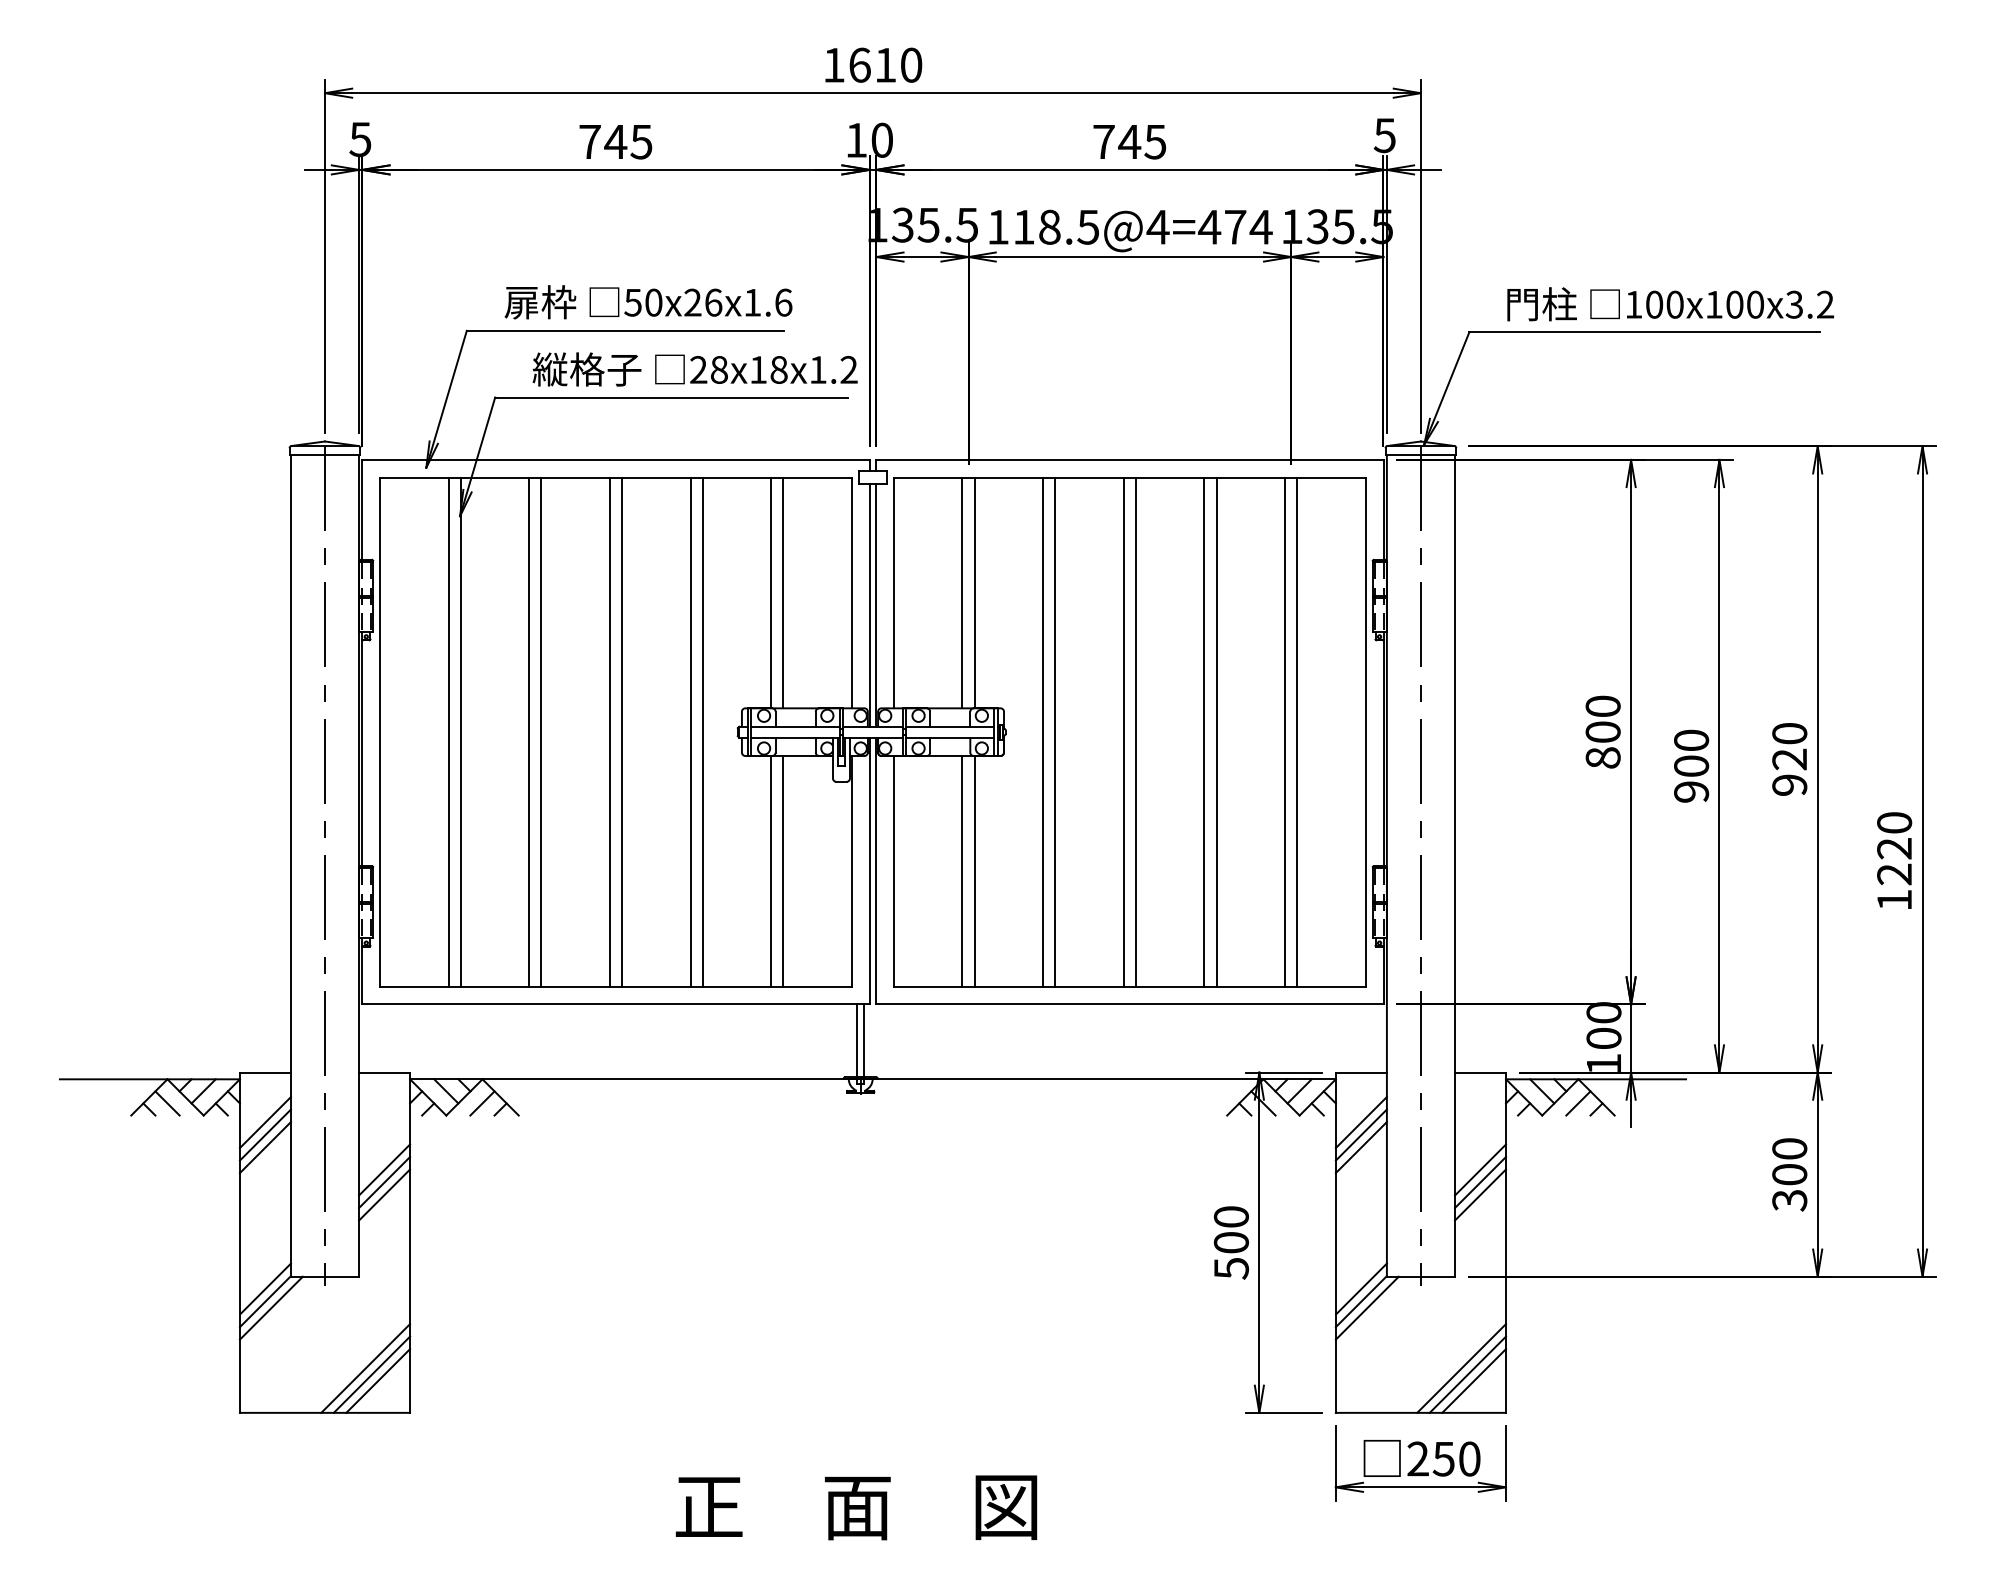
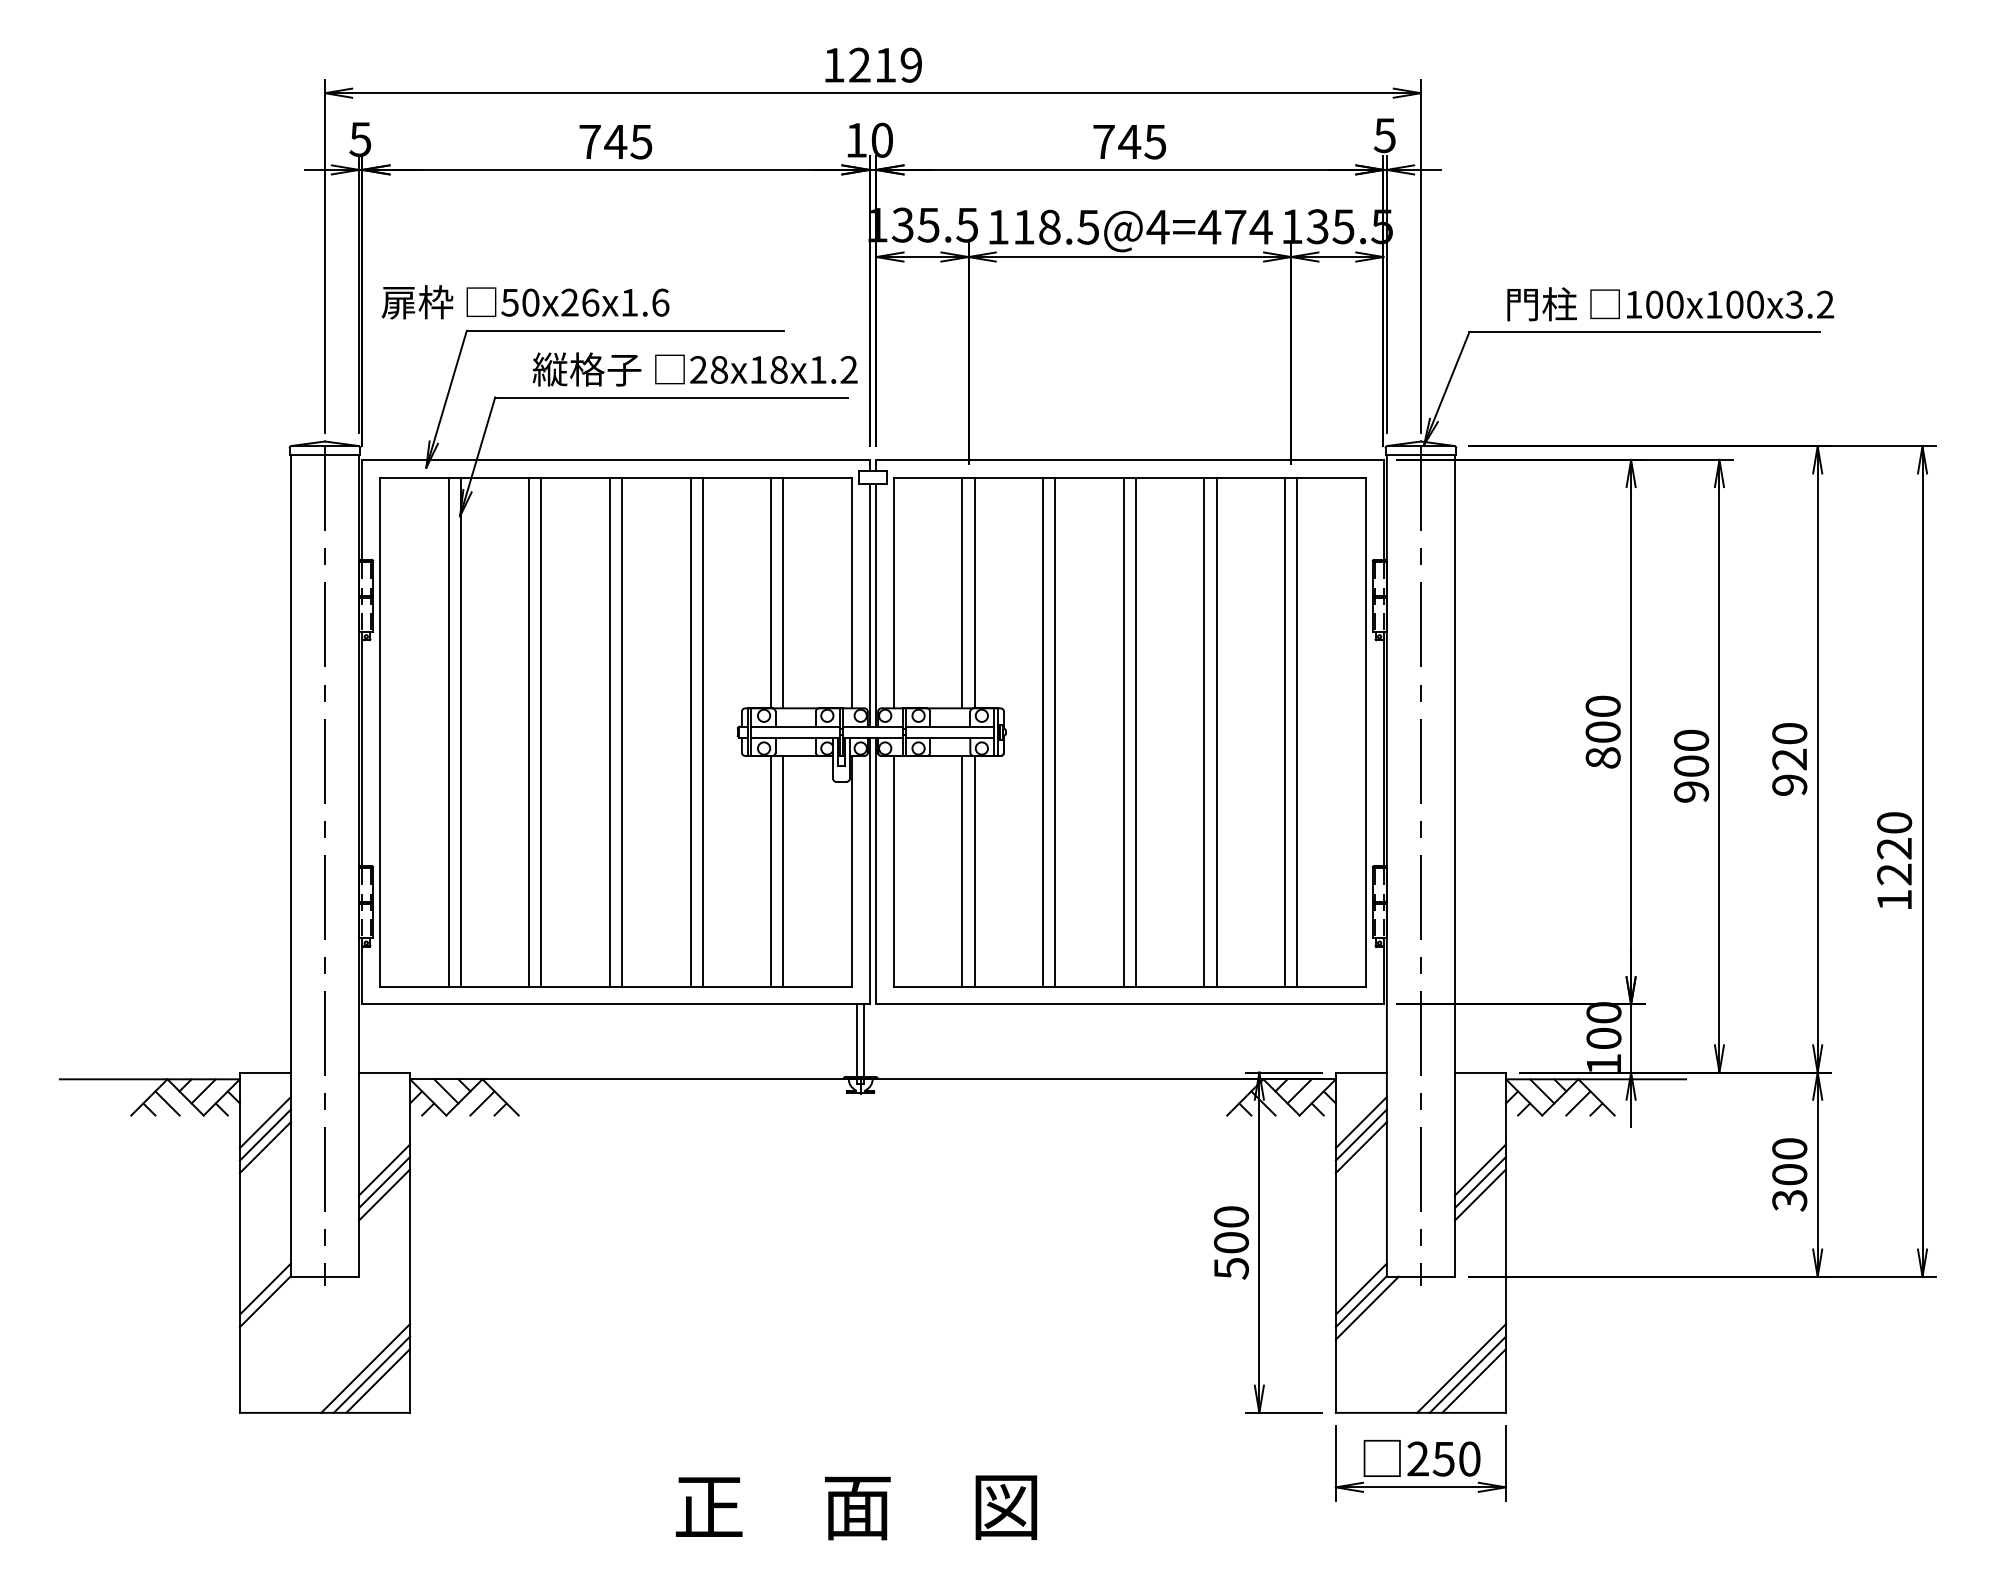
text at (885, 64): 1610 -> 1219
text at (648, 302) position: (648, 302) -> (525, 302)
line at (270, 1307): present -> none
